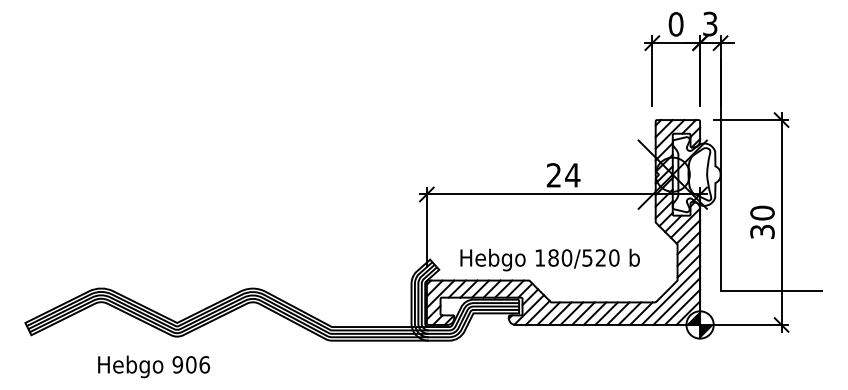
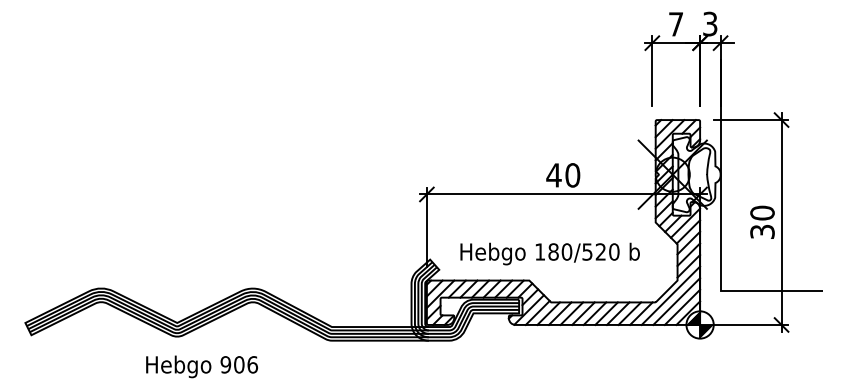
text at (675, 24): 0 -> 7
text at (563, 175): 24 -> 40
text at (549, 259) position: (549, 259) -> (549, 253)
text at (153, 366) position: (153, 366) -> (201, 366)
